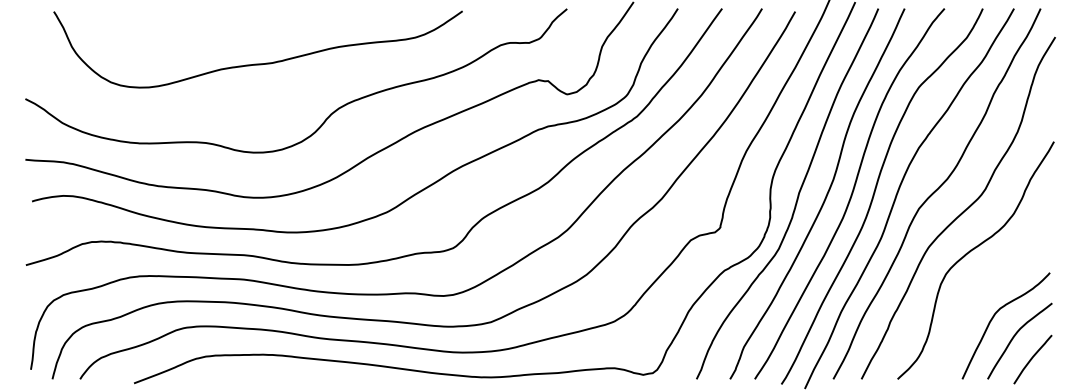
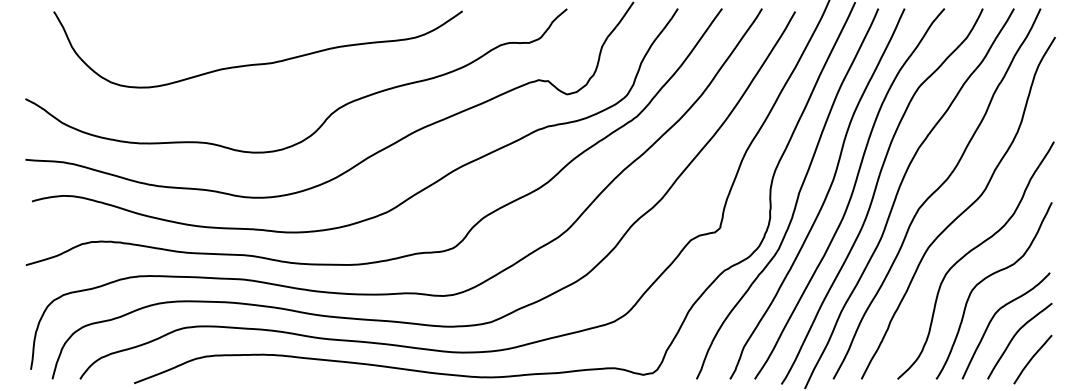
curve at (987, 278): none -> present
